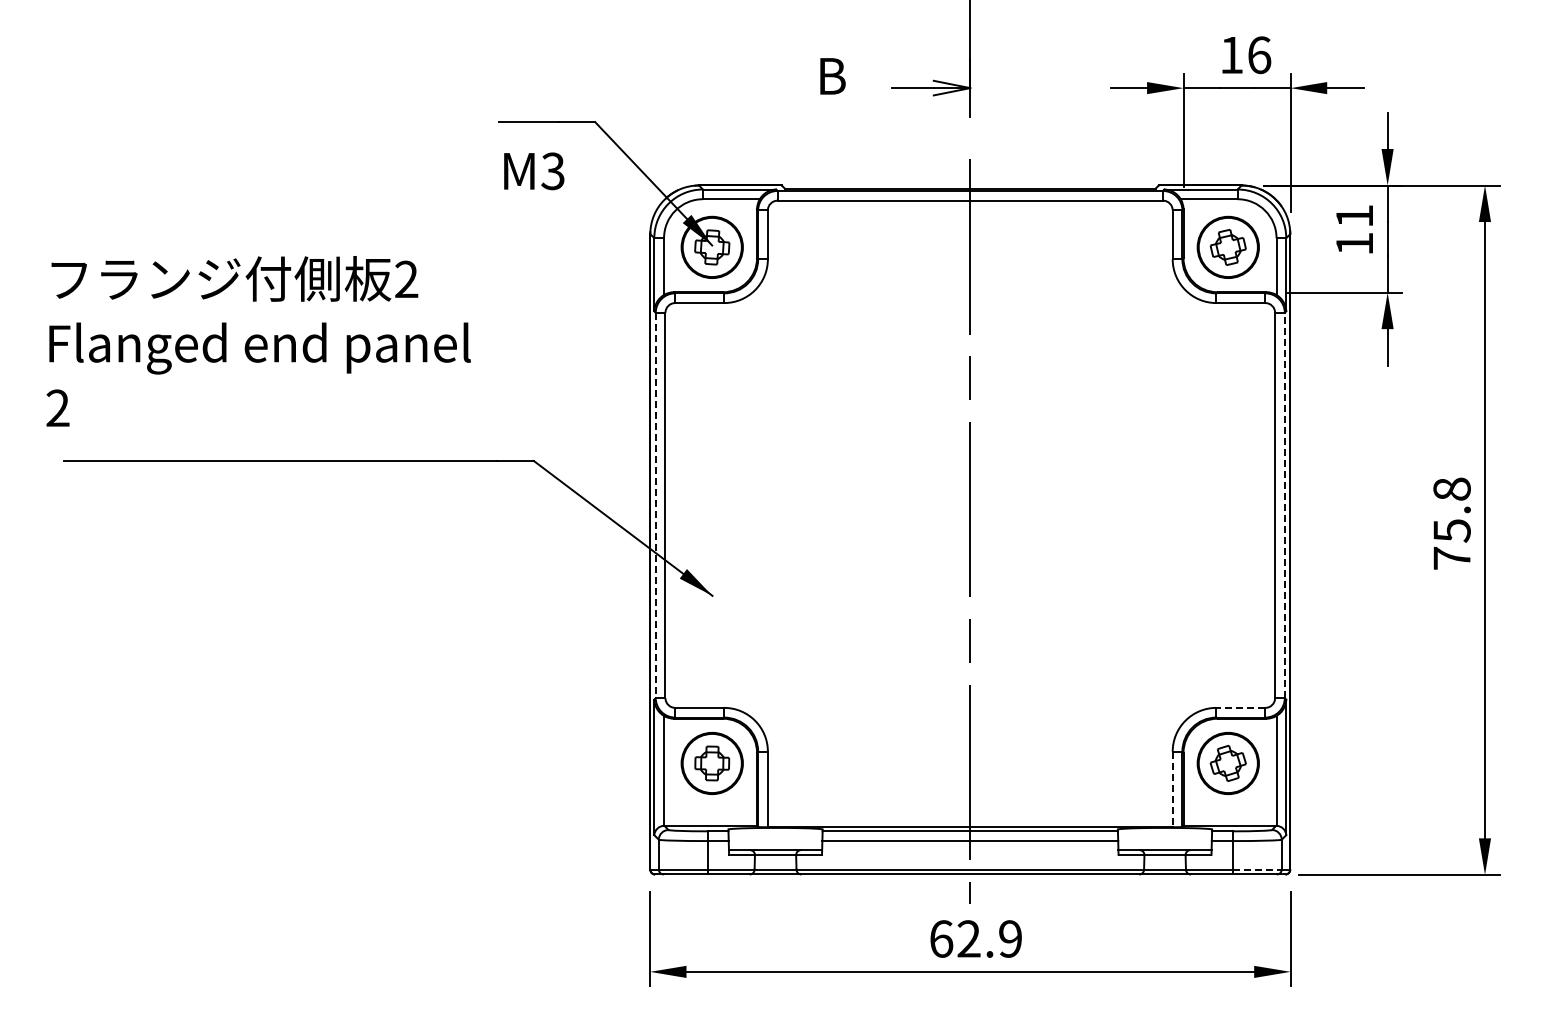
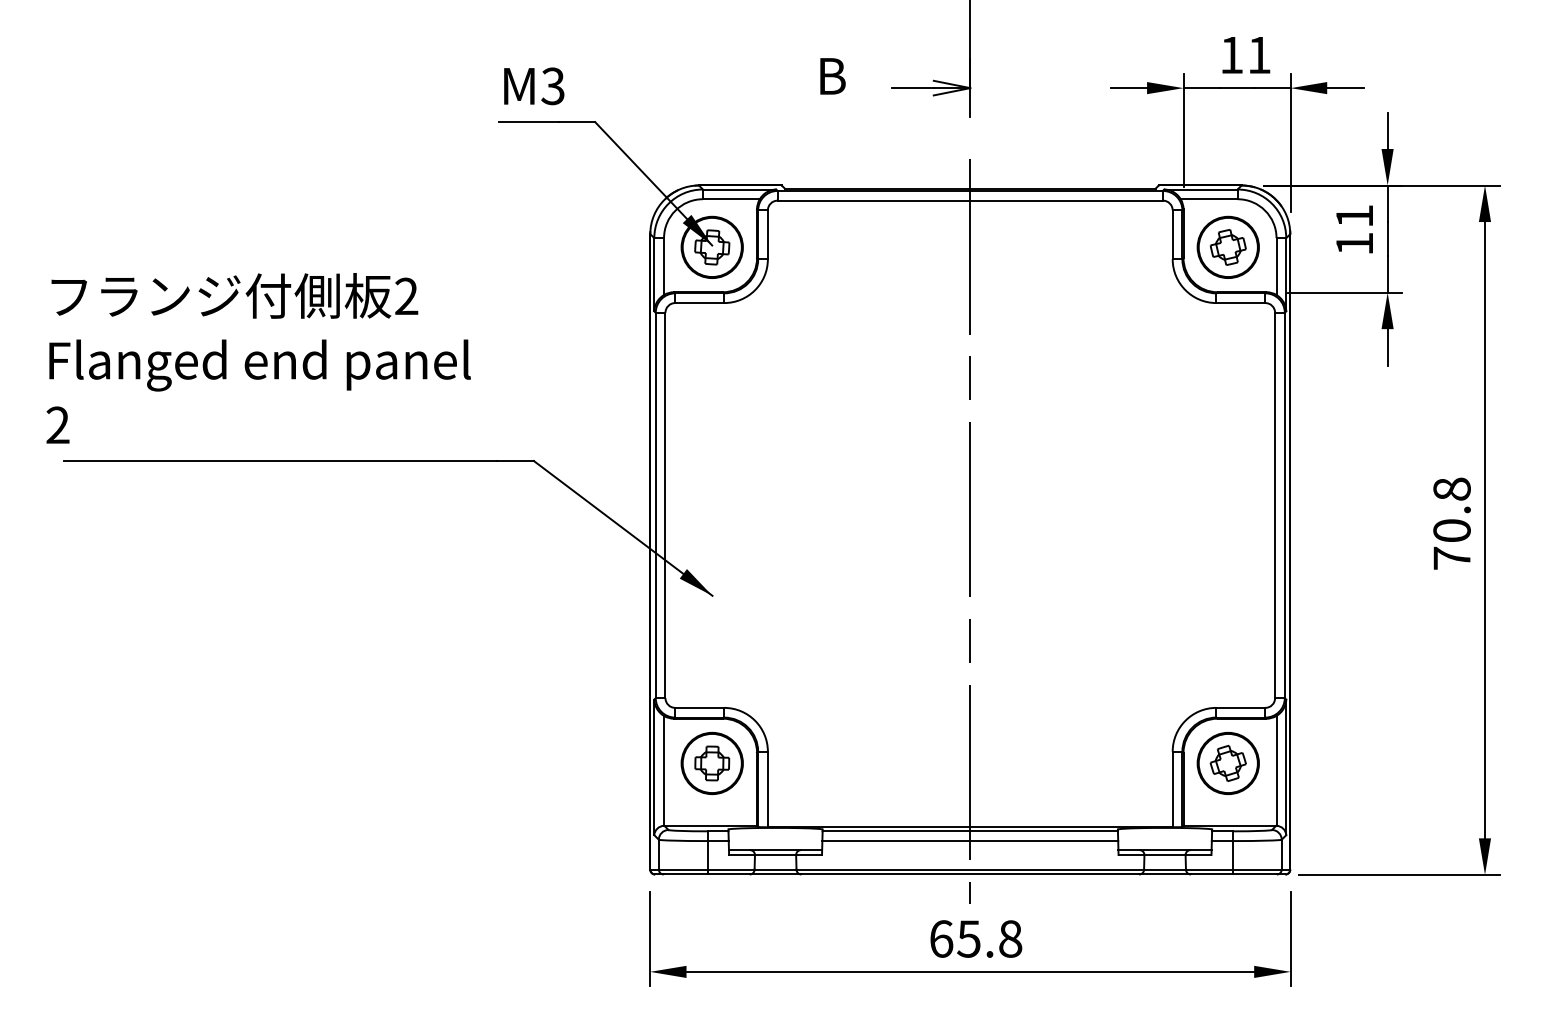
text at (1259, 55): 16 -> 11
text at (534, 171) position: (534, 171) -> (534, 86)
text at (258, 341) position: (258, 341) -> (258, 358)
line at (655, 505): dashed -> solid
line at (1284, 505): dashed -> solid
text at (1451, 530): 75.8 -> 70.8
line at (1240, 707): dashed -> solid
line at (1172, 789): dashed -> solid
line at (1257, 869): dashed -> solid
text at (989, 938): 62.9 -> 65.8
